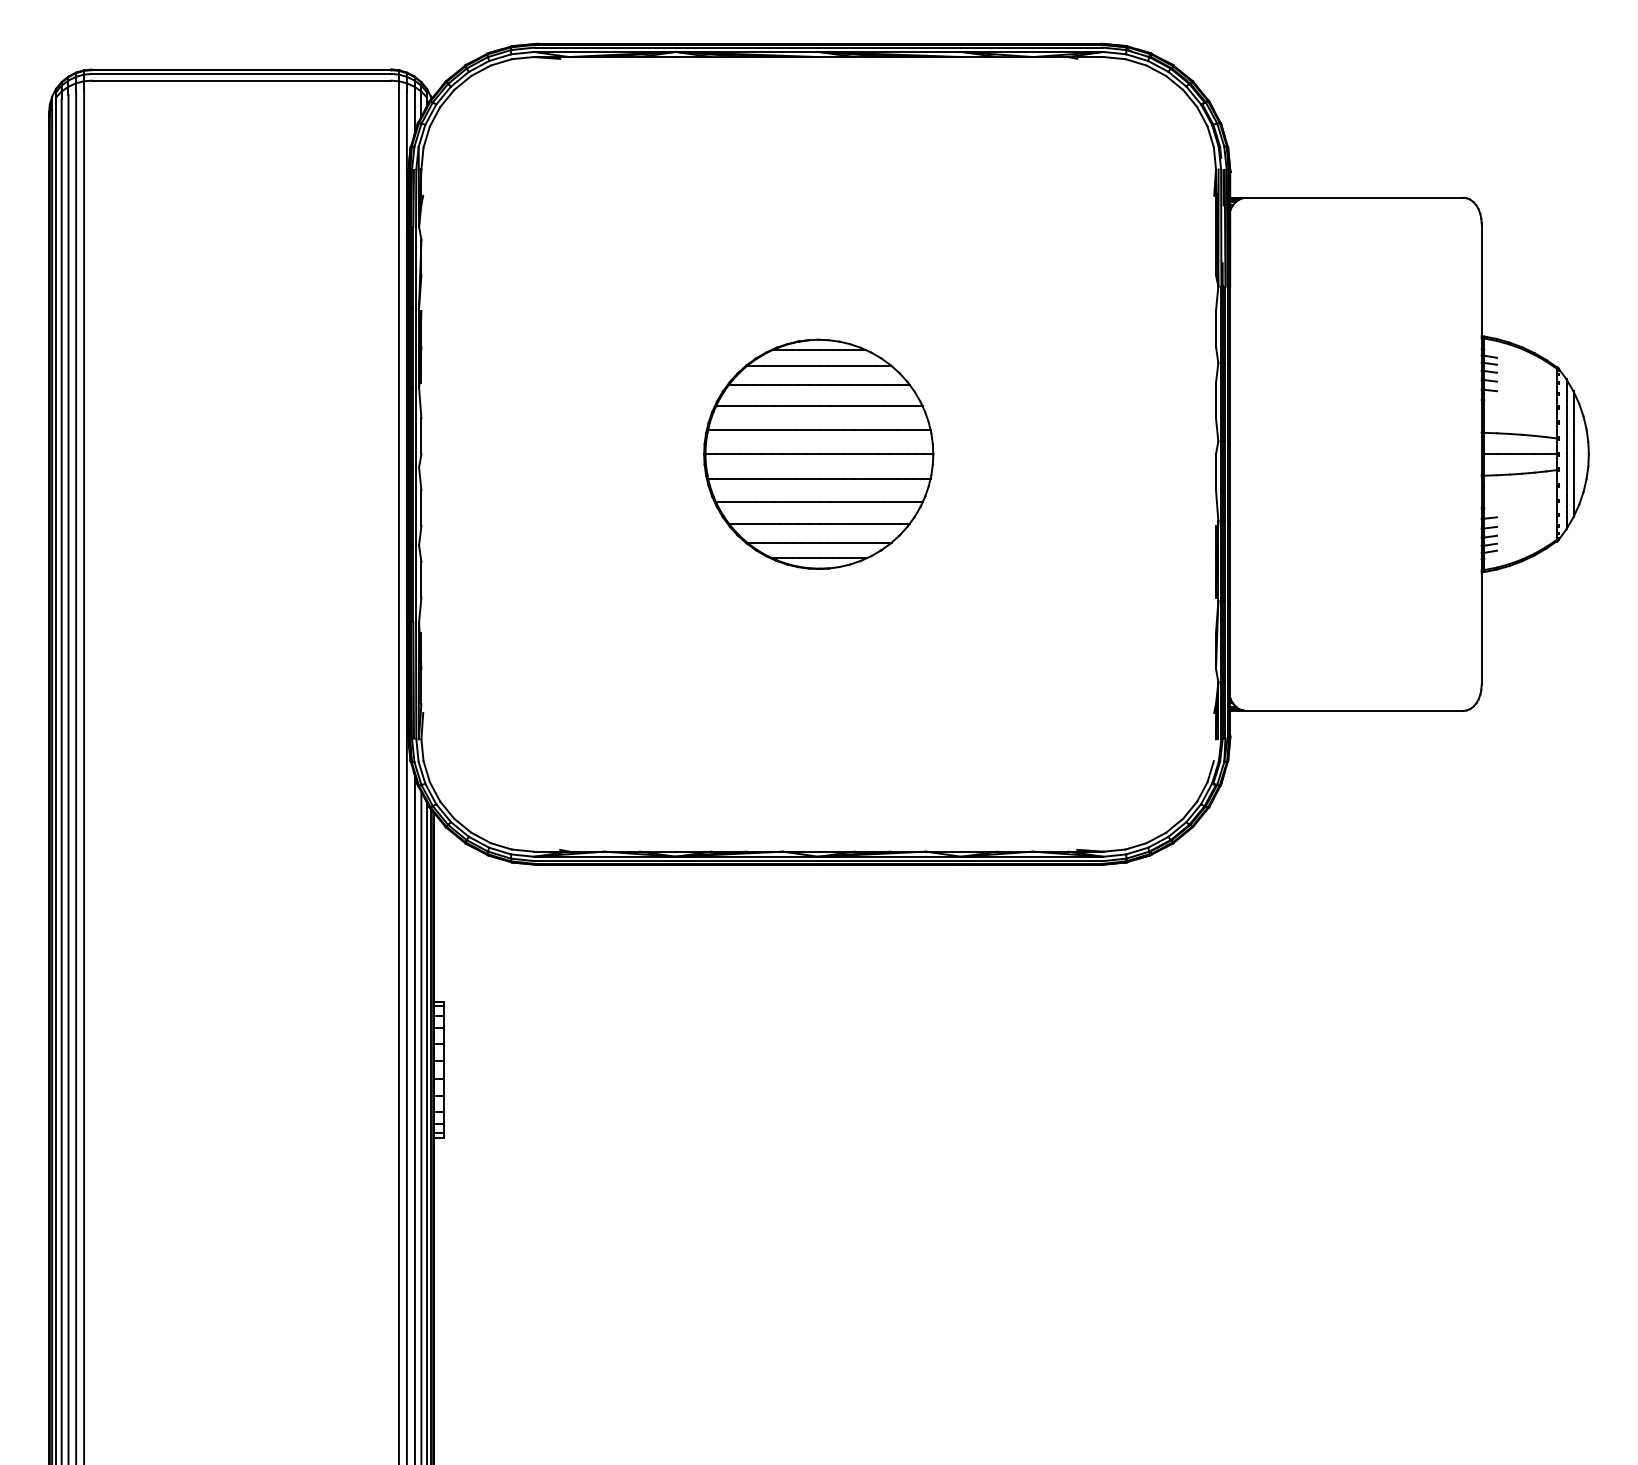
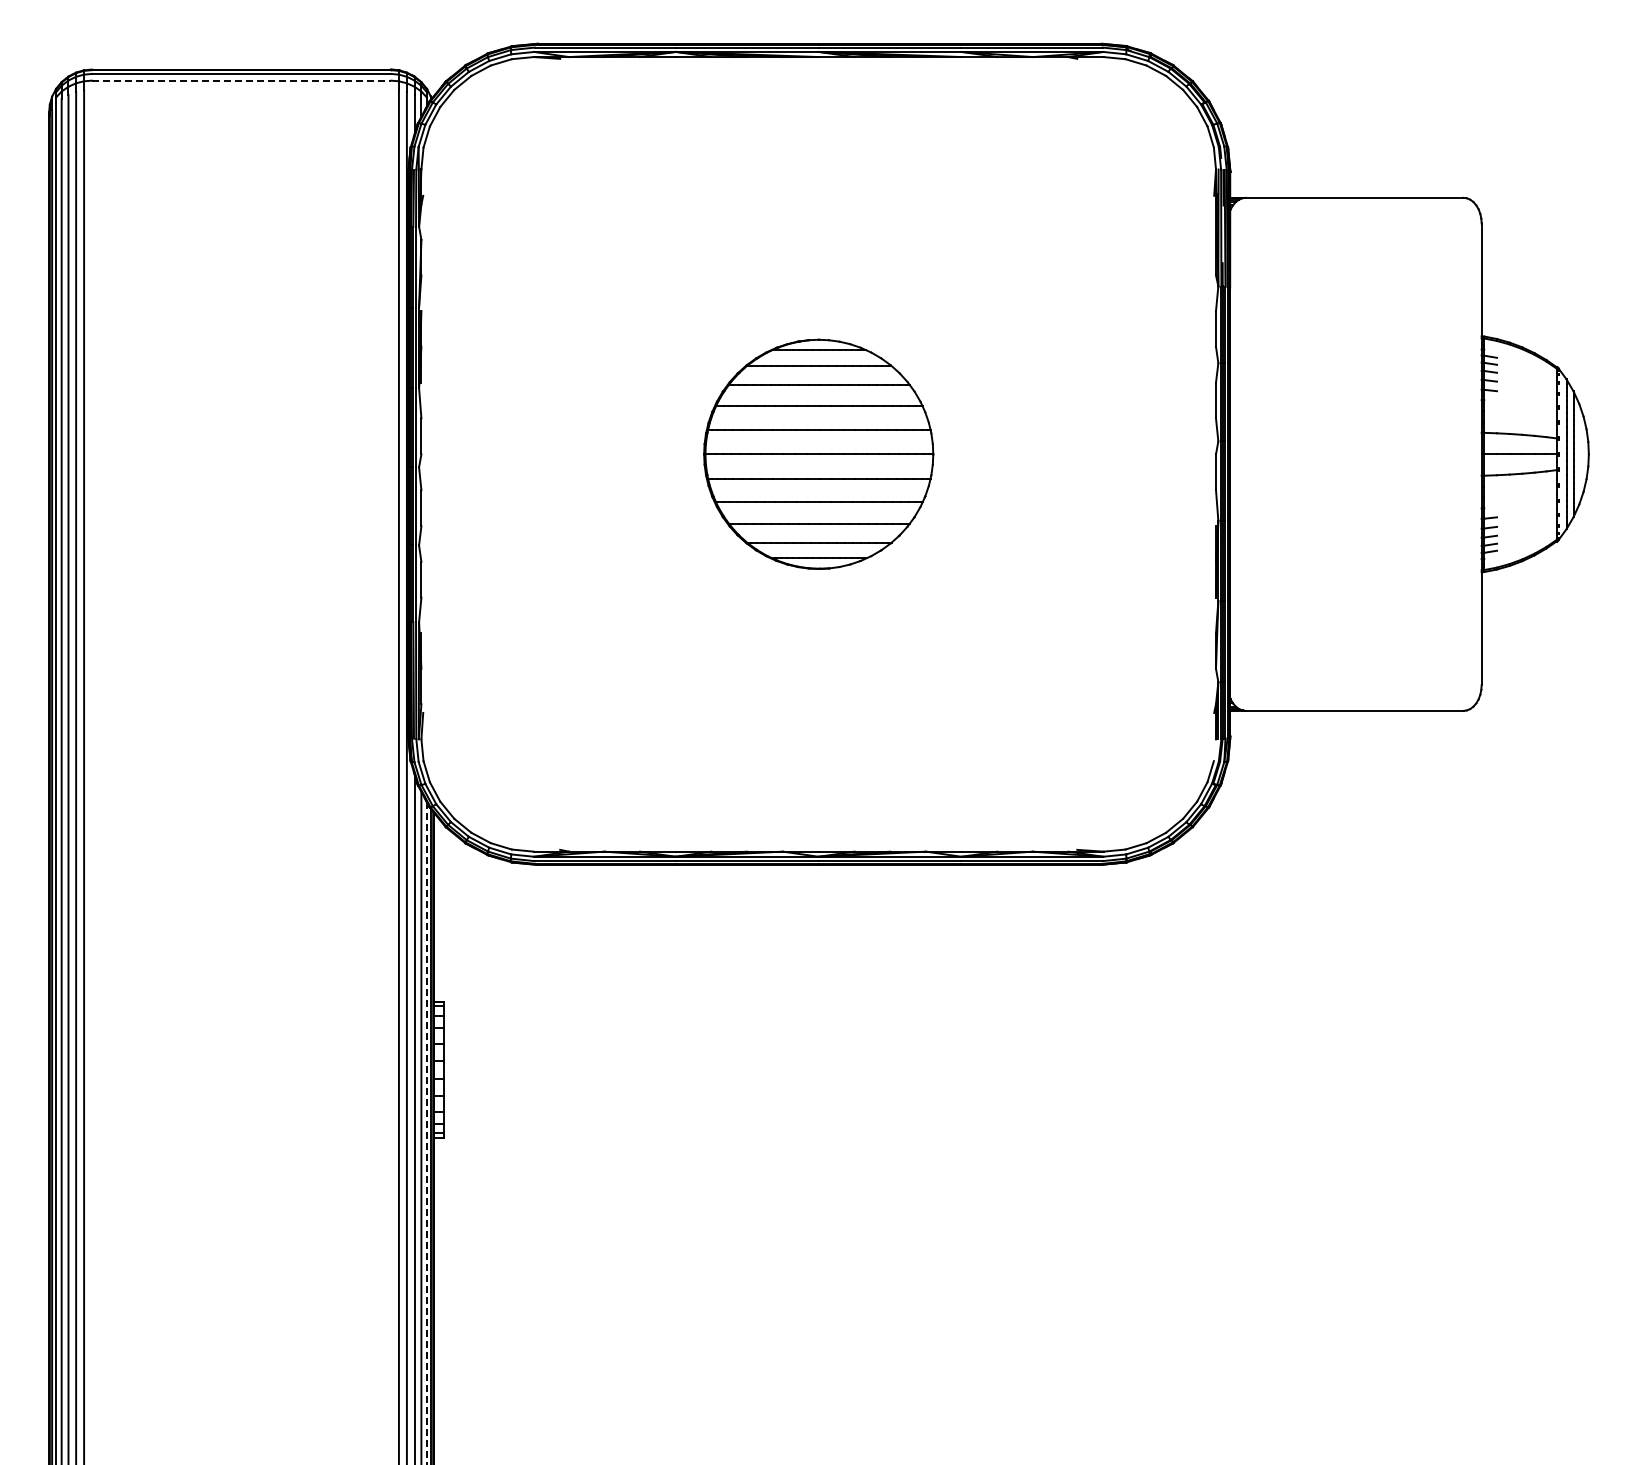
line at (241, 80): solid -> dashed
line at (426, 1133): solid -> dashed
